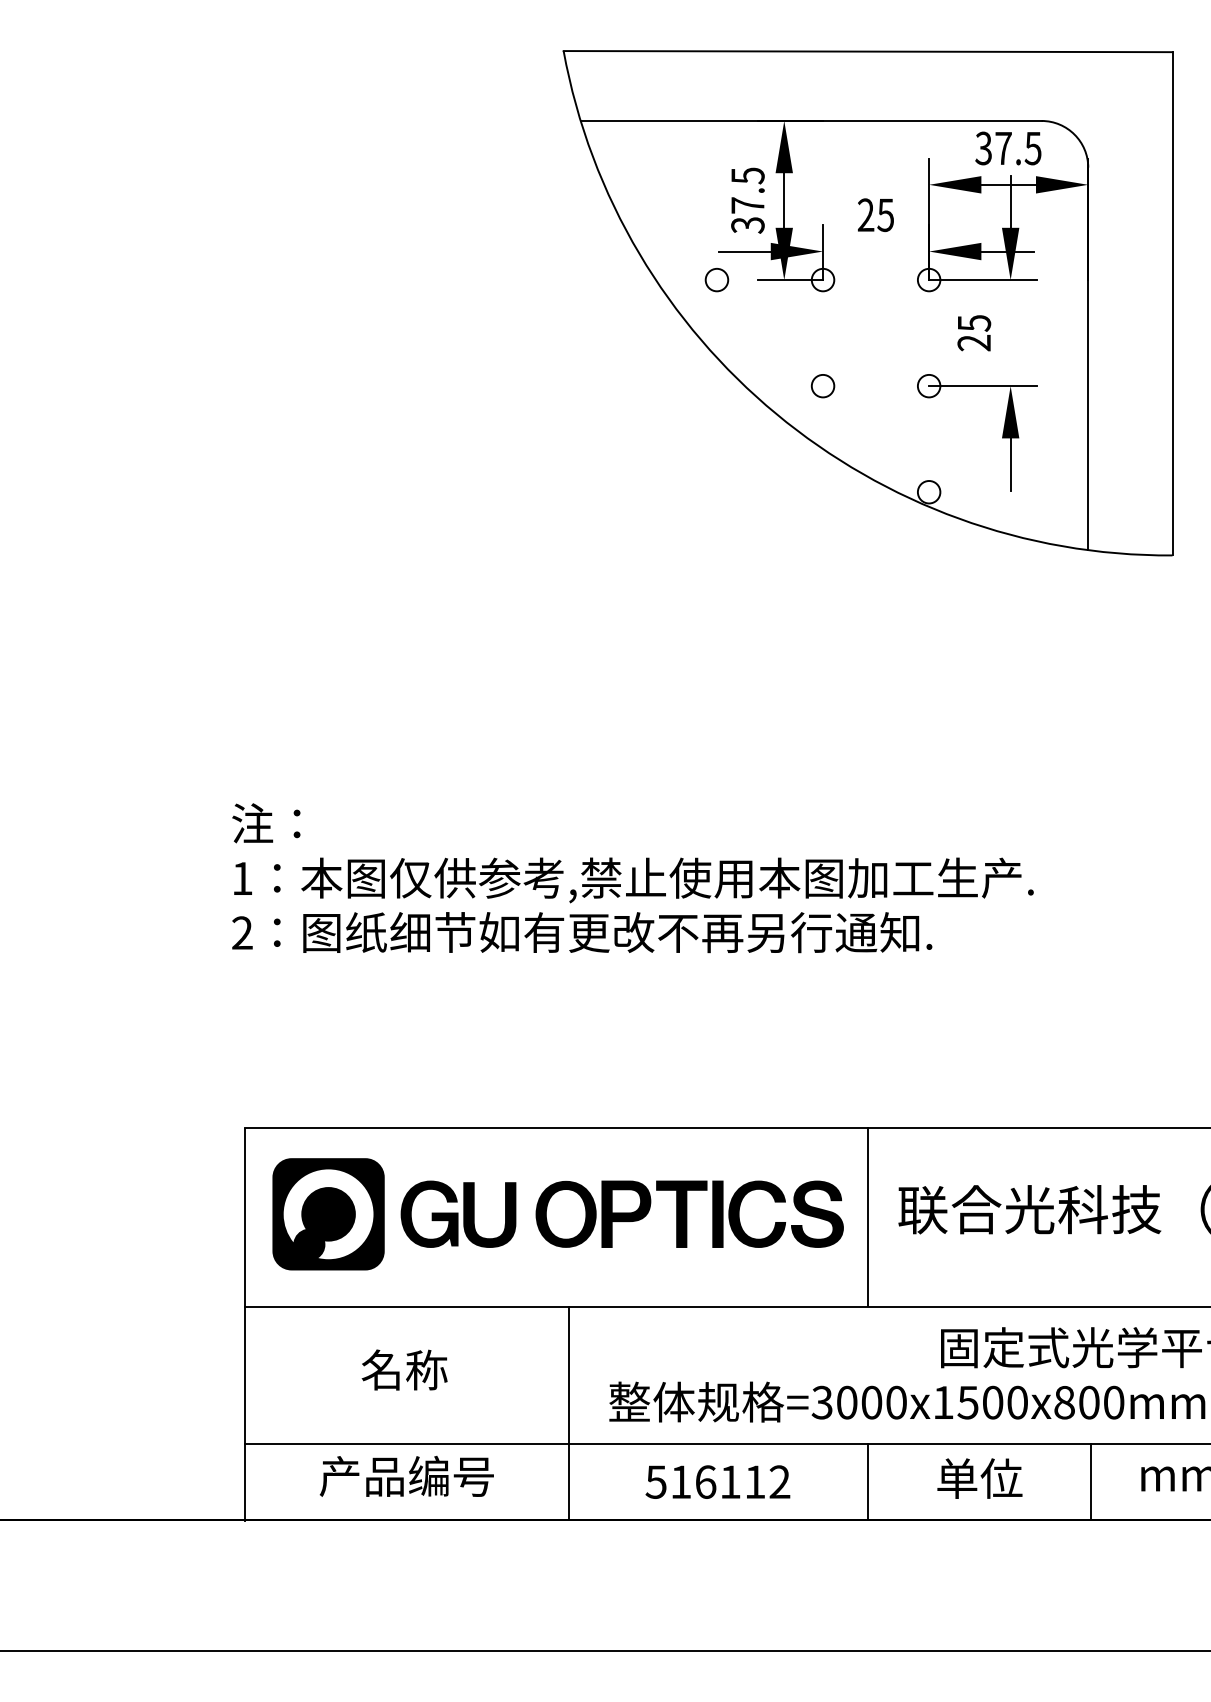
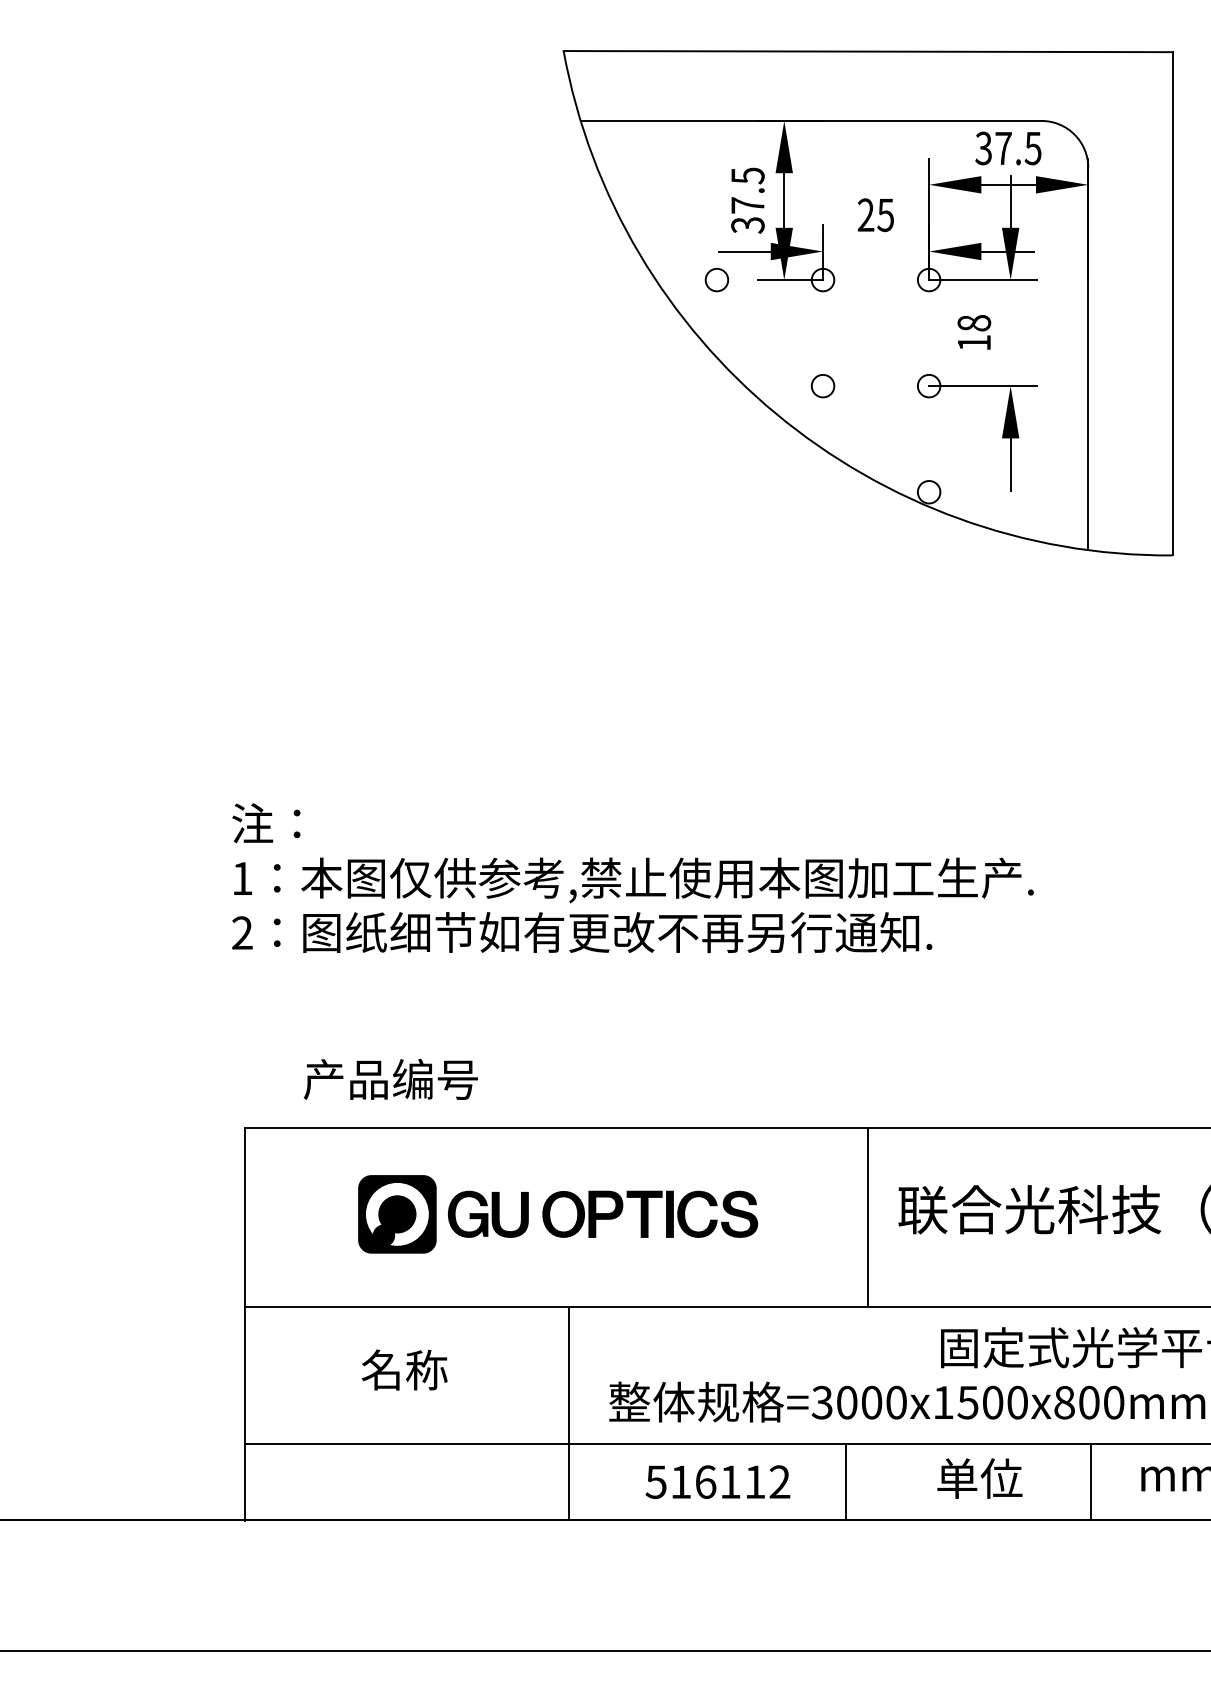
text at (974, 333): 25 -> 18
part at (557, 1214) size: 572x113 px -> 401x79 px
text at (406, 1475) position: (406, 1475) -> (390, 1078)
line at (867, 1482) position: (867, 1482) -> (845, 1482)
